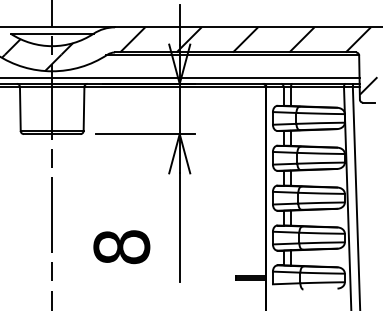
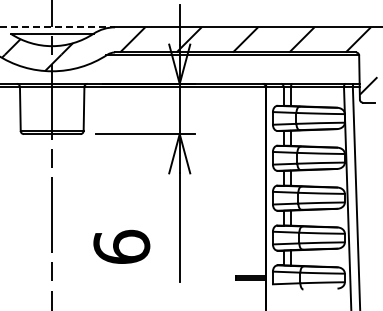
line at (58, 27): solid -> dashed
line at (180, 77): present -> none
text at (121, 246): 8 -> 6
